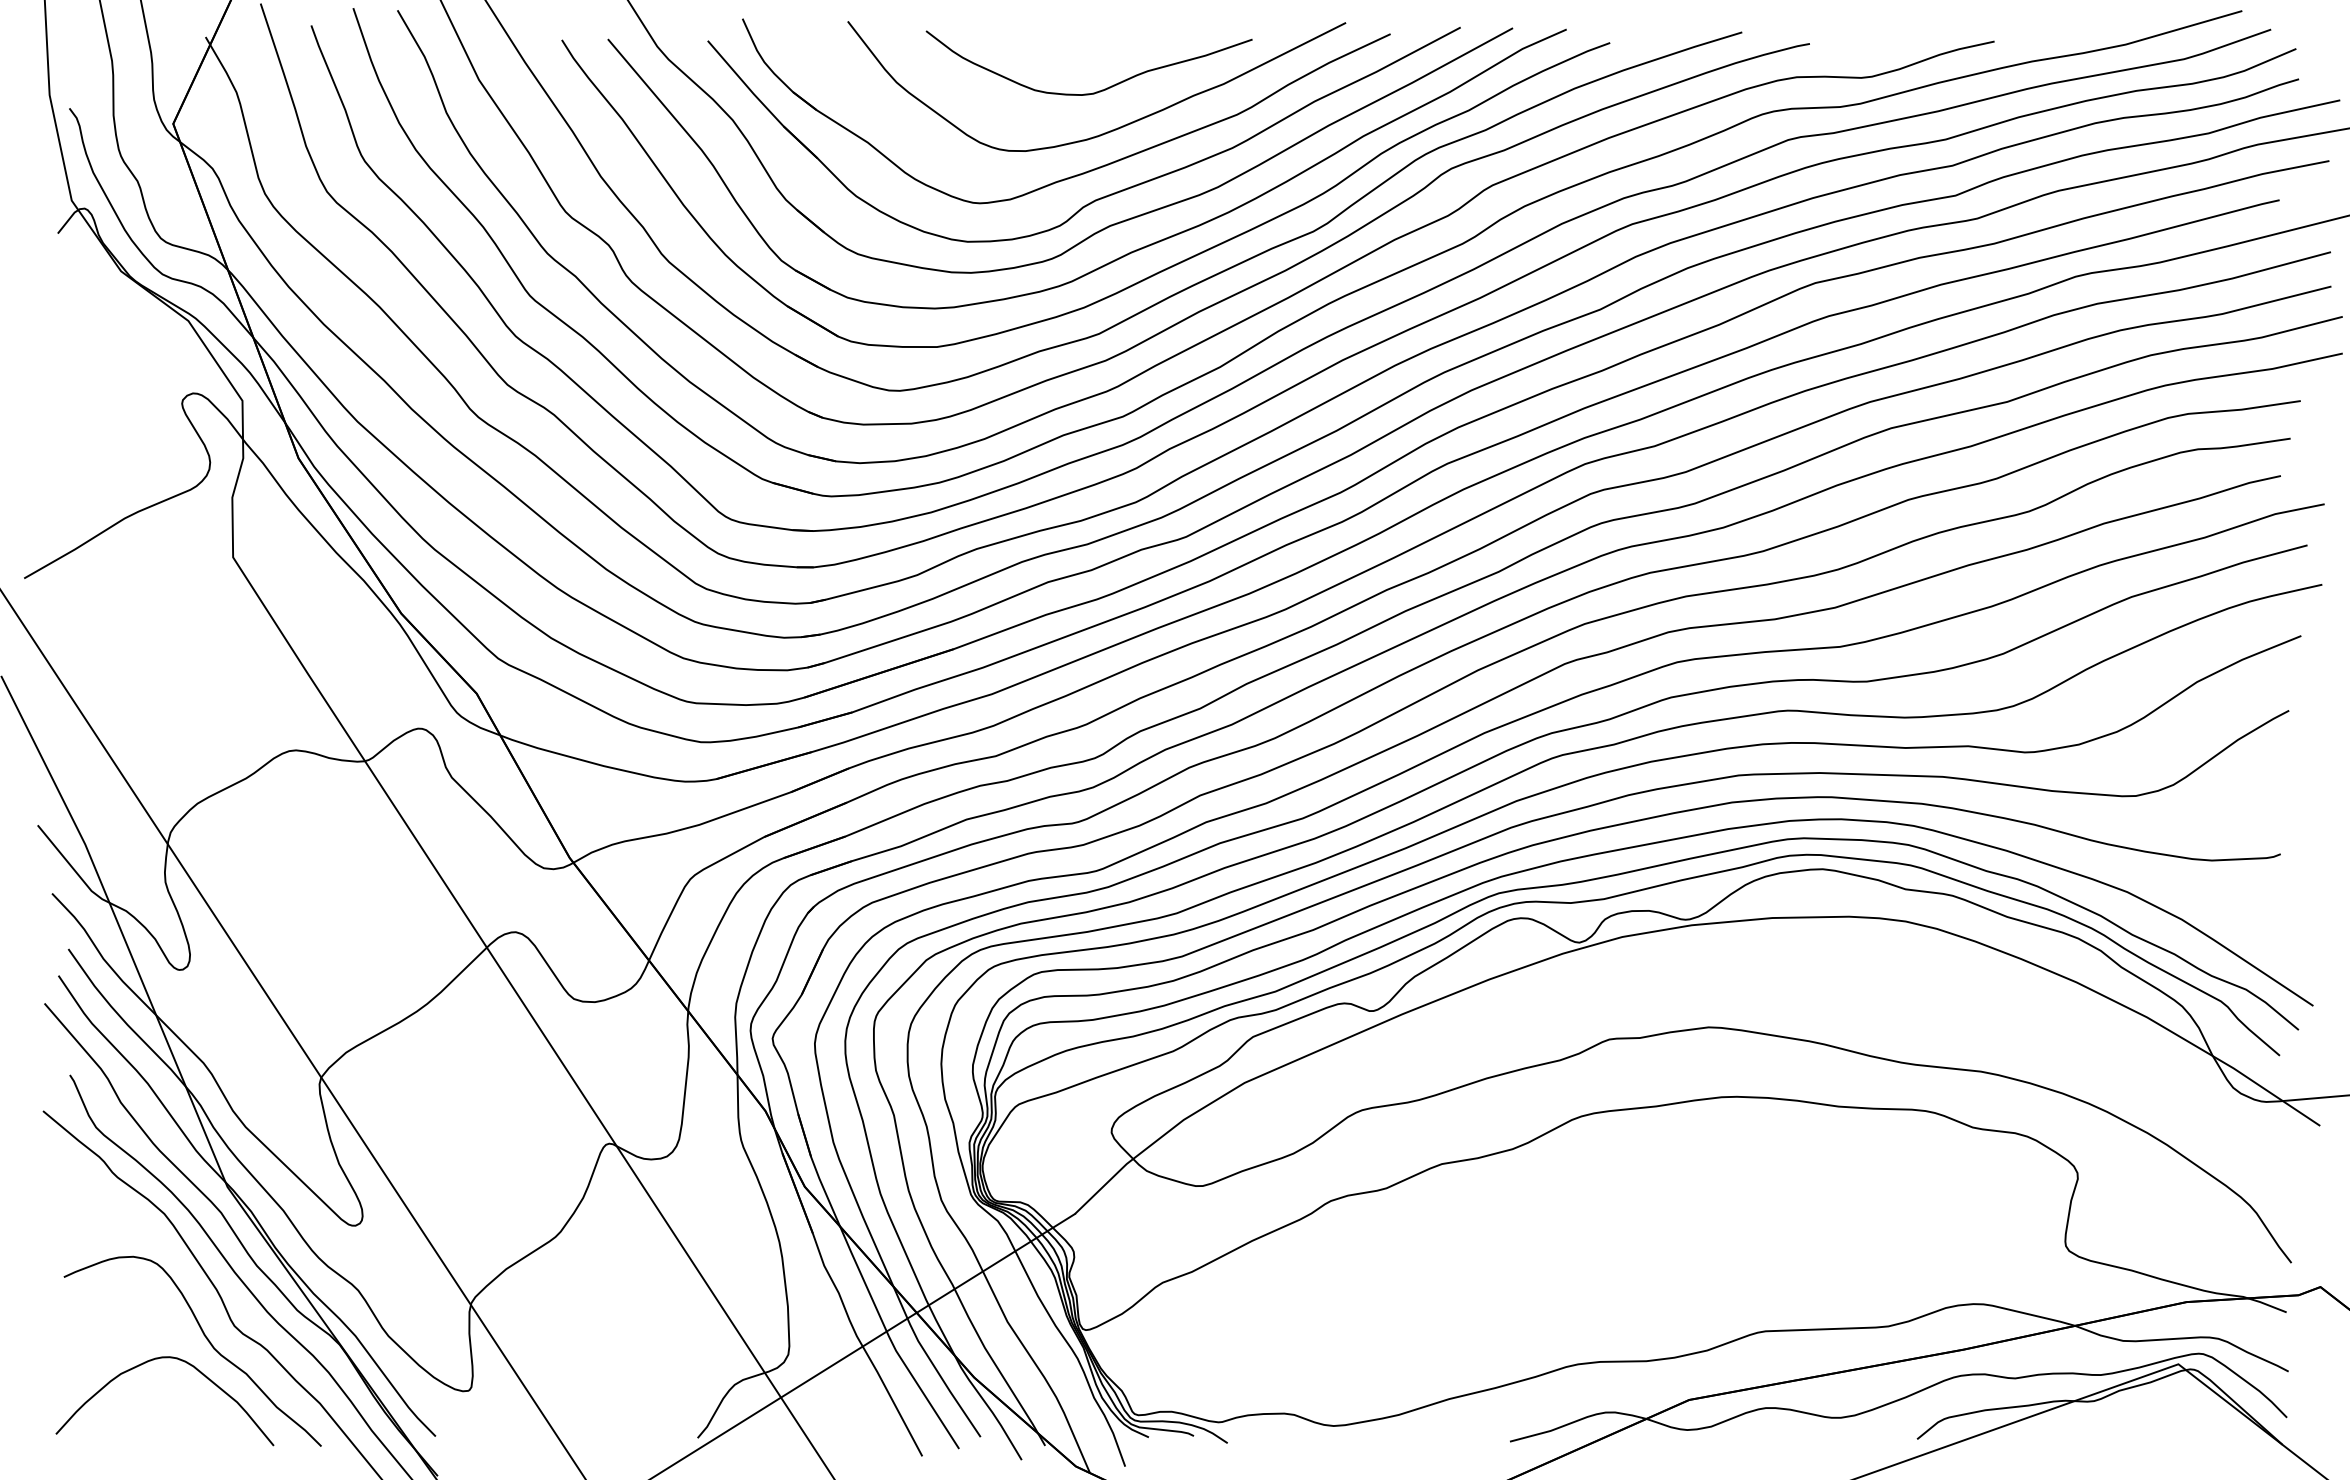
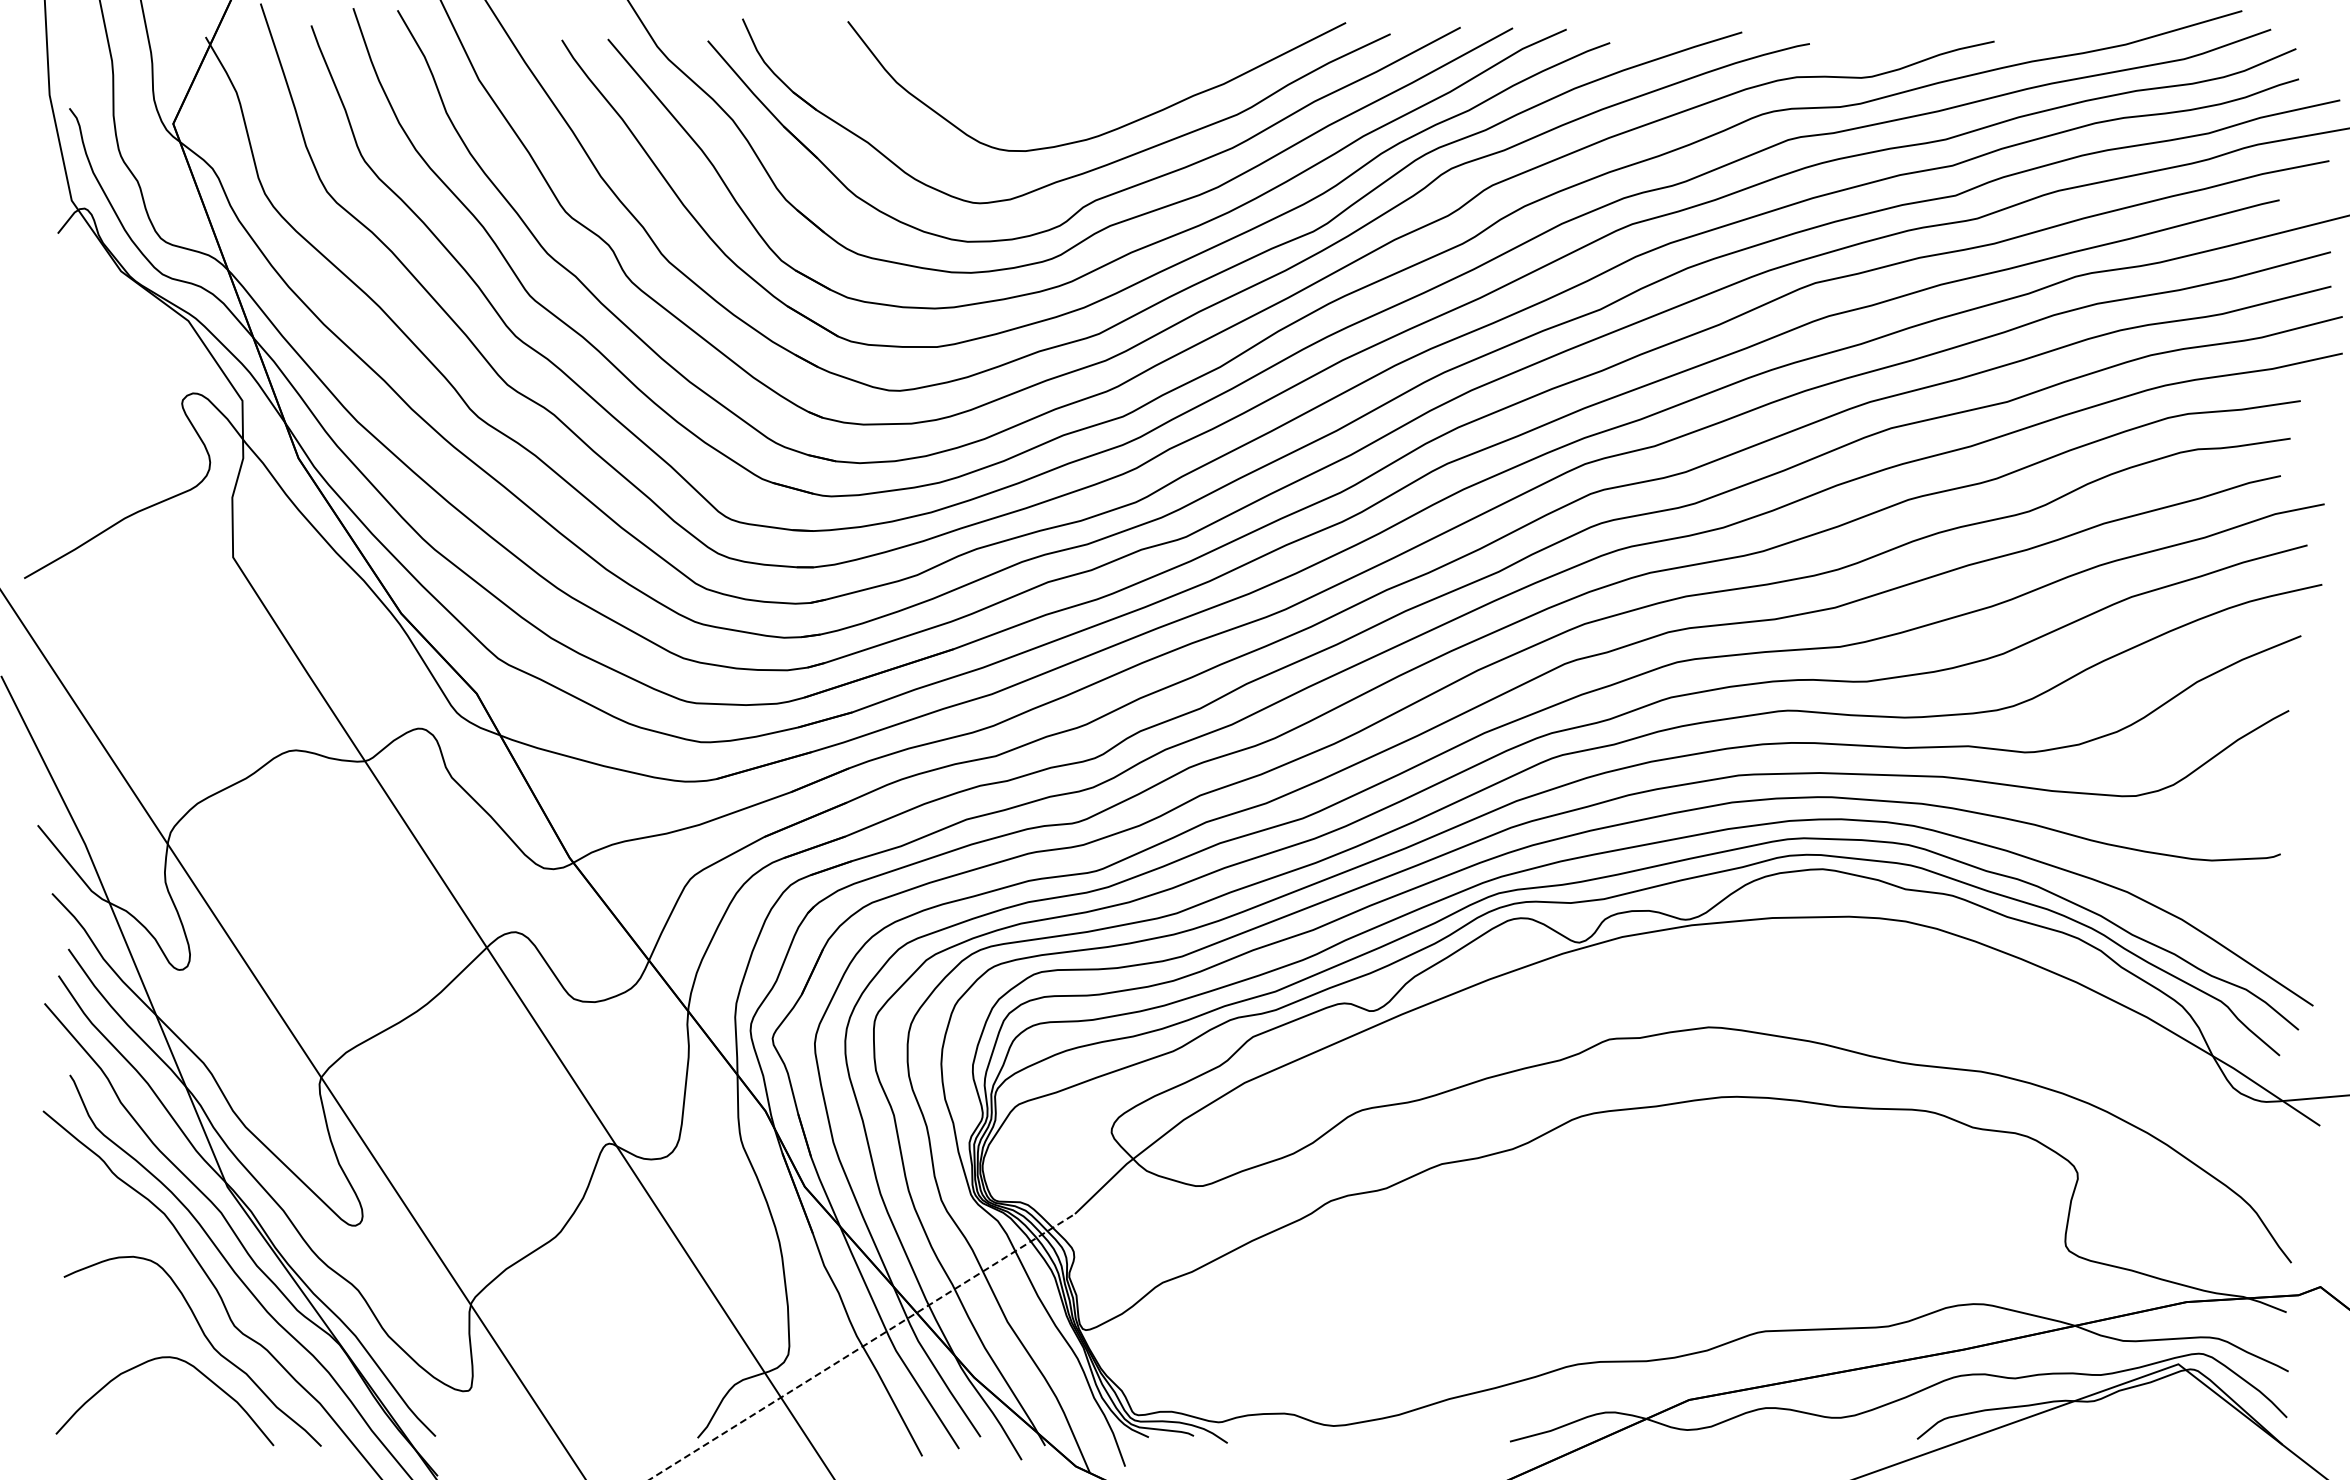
curve at (1099, 90): present -> none
line at (862, 1346): solid -> dashed
